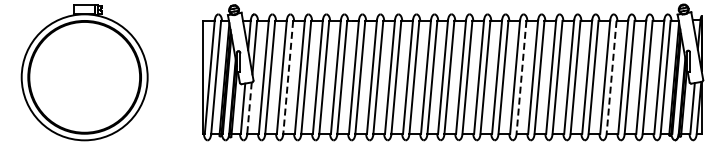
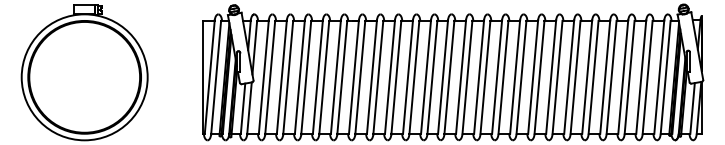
line at (288, 77): dashed -> solid
line at (521, 77): dashed -> solid
line at (611, 77): dashed -> solid
line at (249, 108): dashed -> solid
